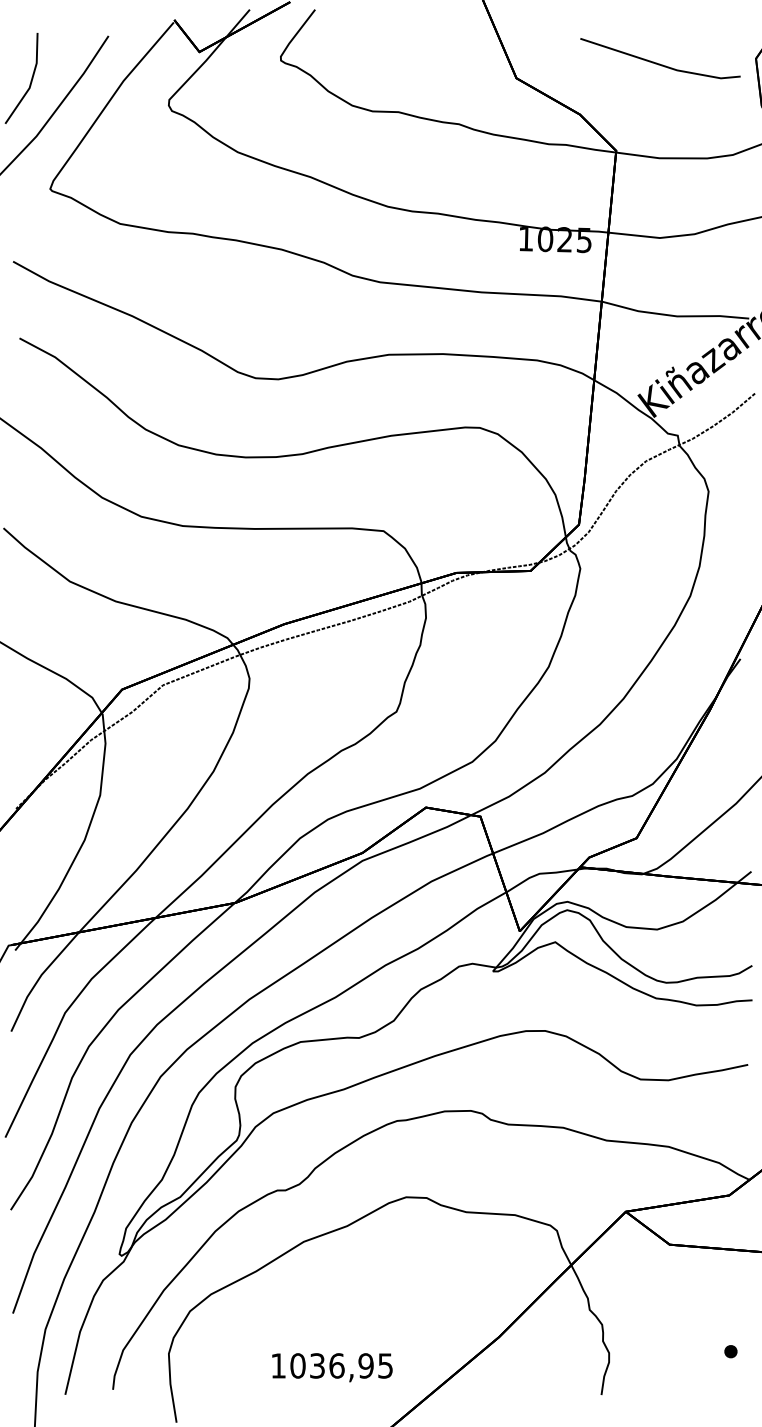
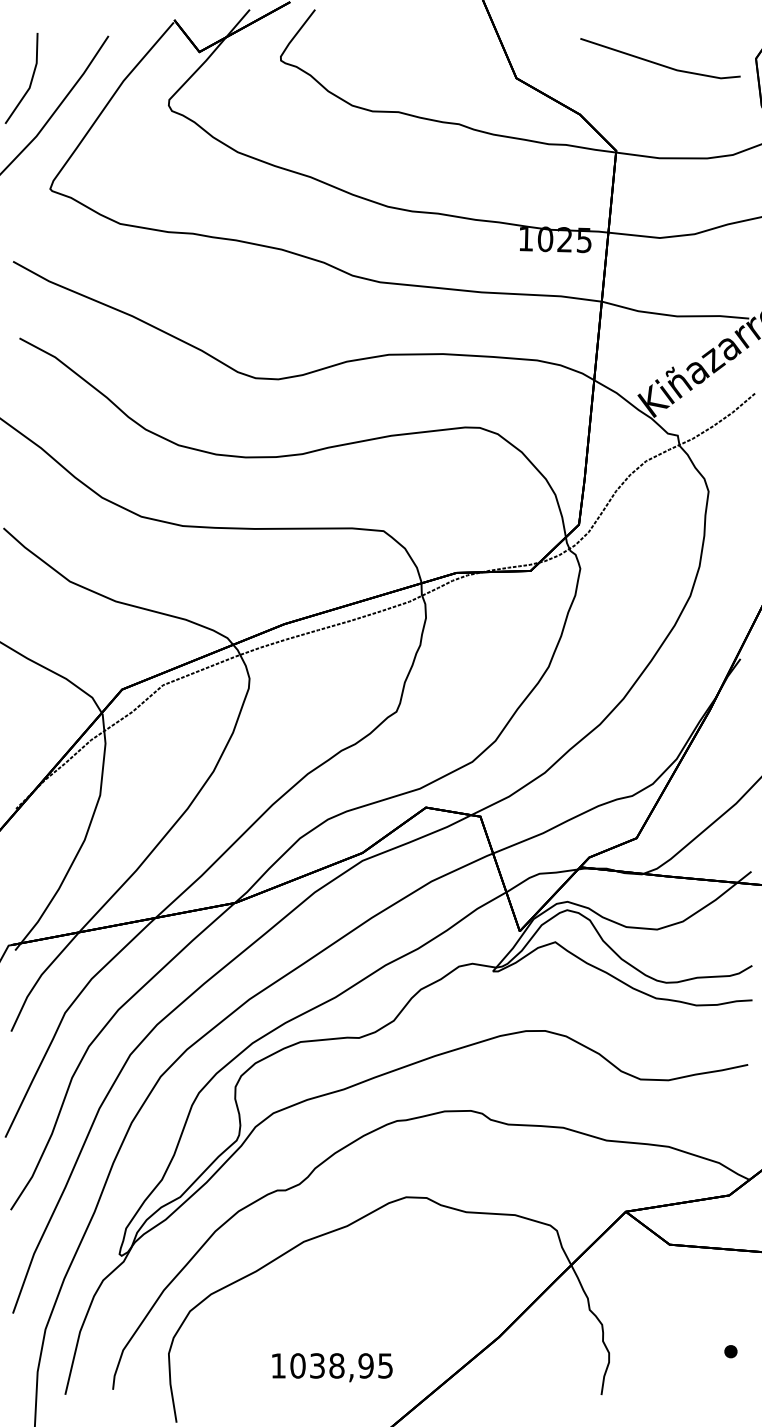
text at (336, 1365): 1036,95 -> 1038,95
